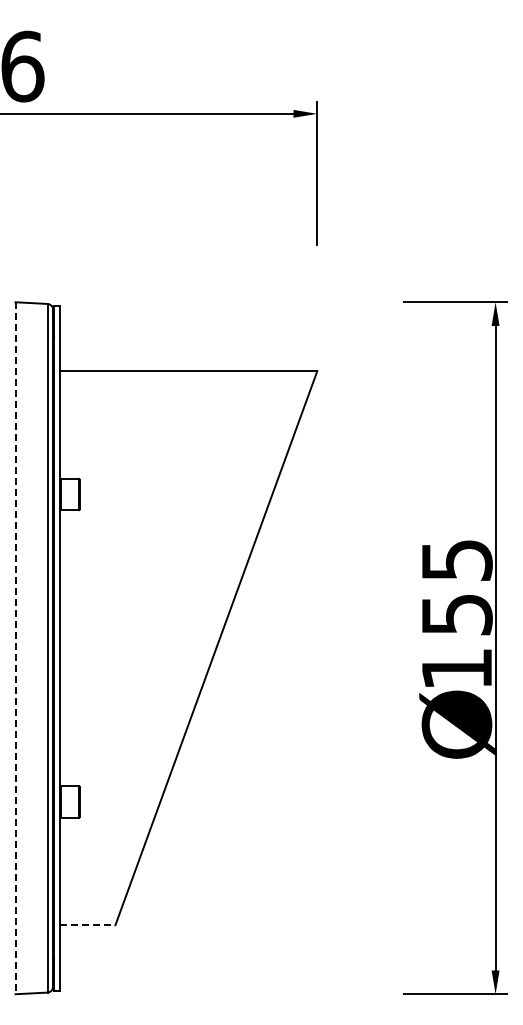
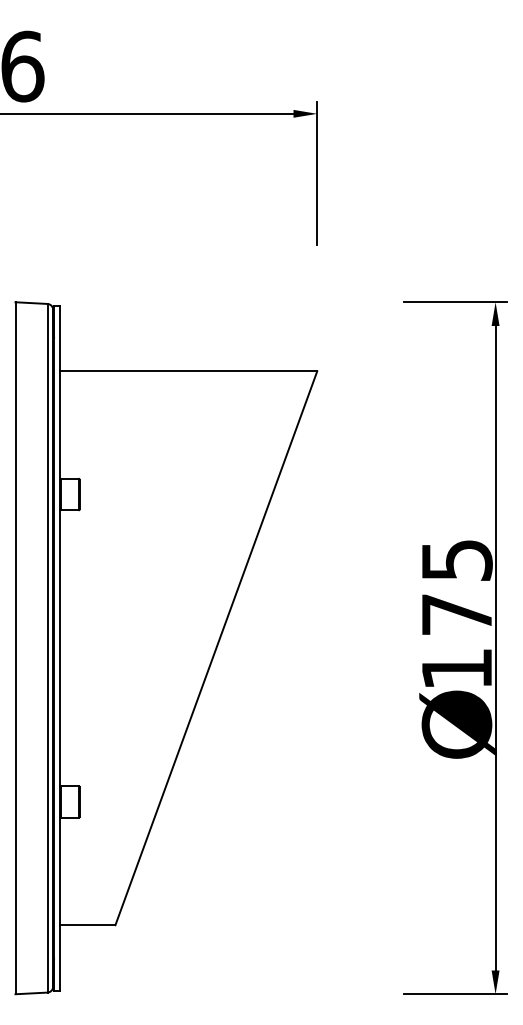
text at (457, 614): 155 -> 175
line at (15, 648): dashed -> solid
line at (87, 925): dashed -> solid
